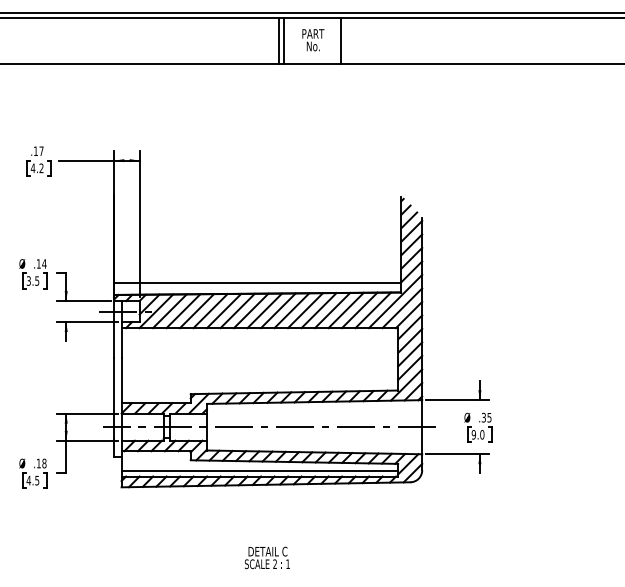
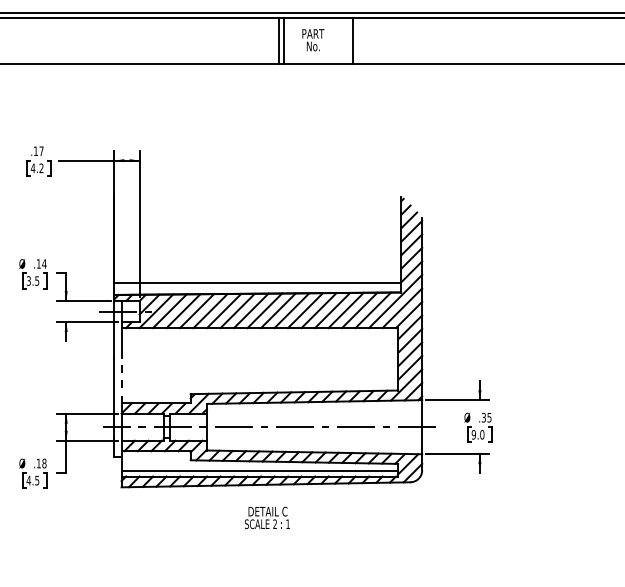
line at (340, 40) position: (340, 40) -> (352, 40)
line at (121, 380): solid -> dashed
text at (267, 557) position: (267, 557) -> (267, 517)
